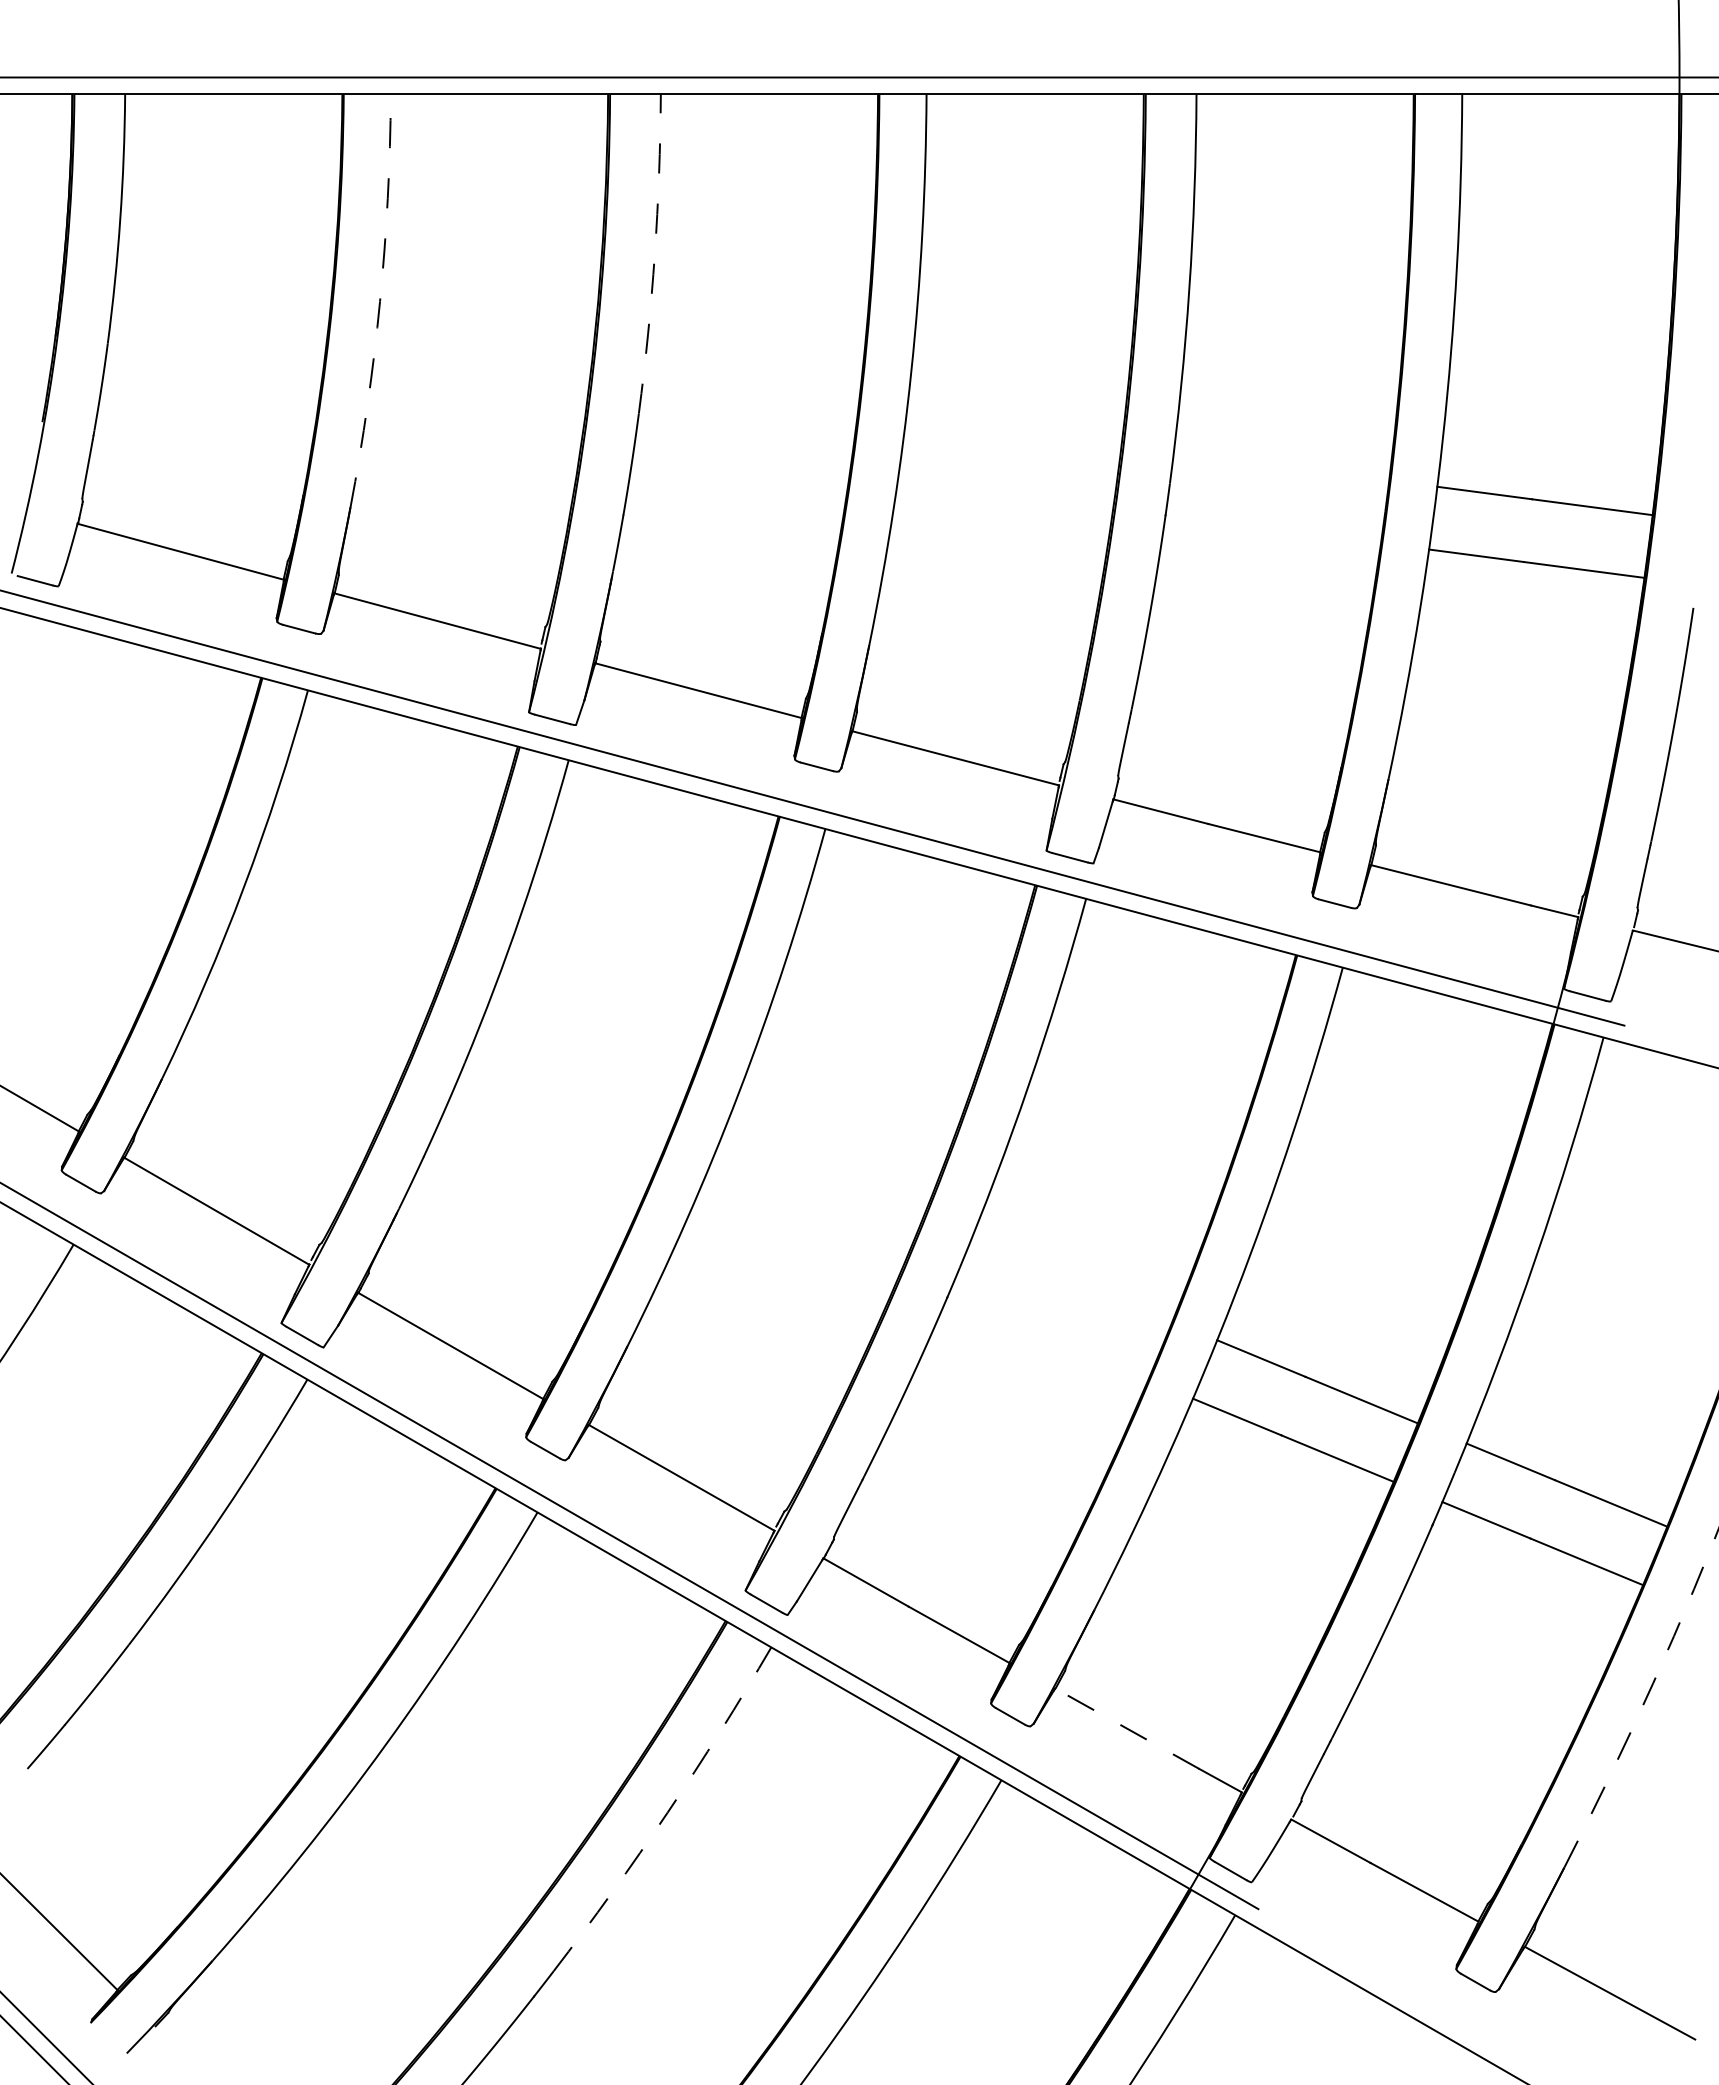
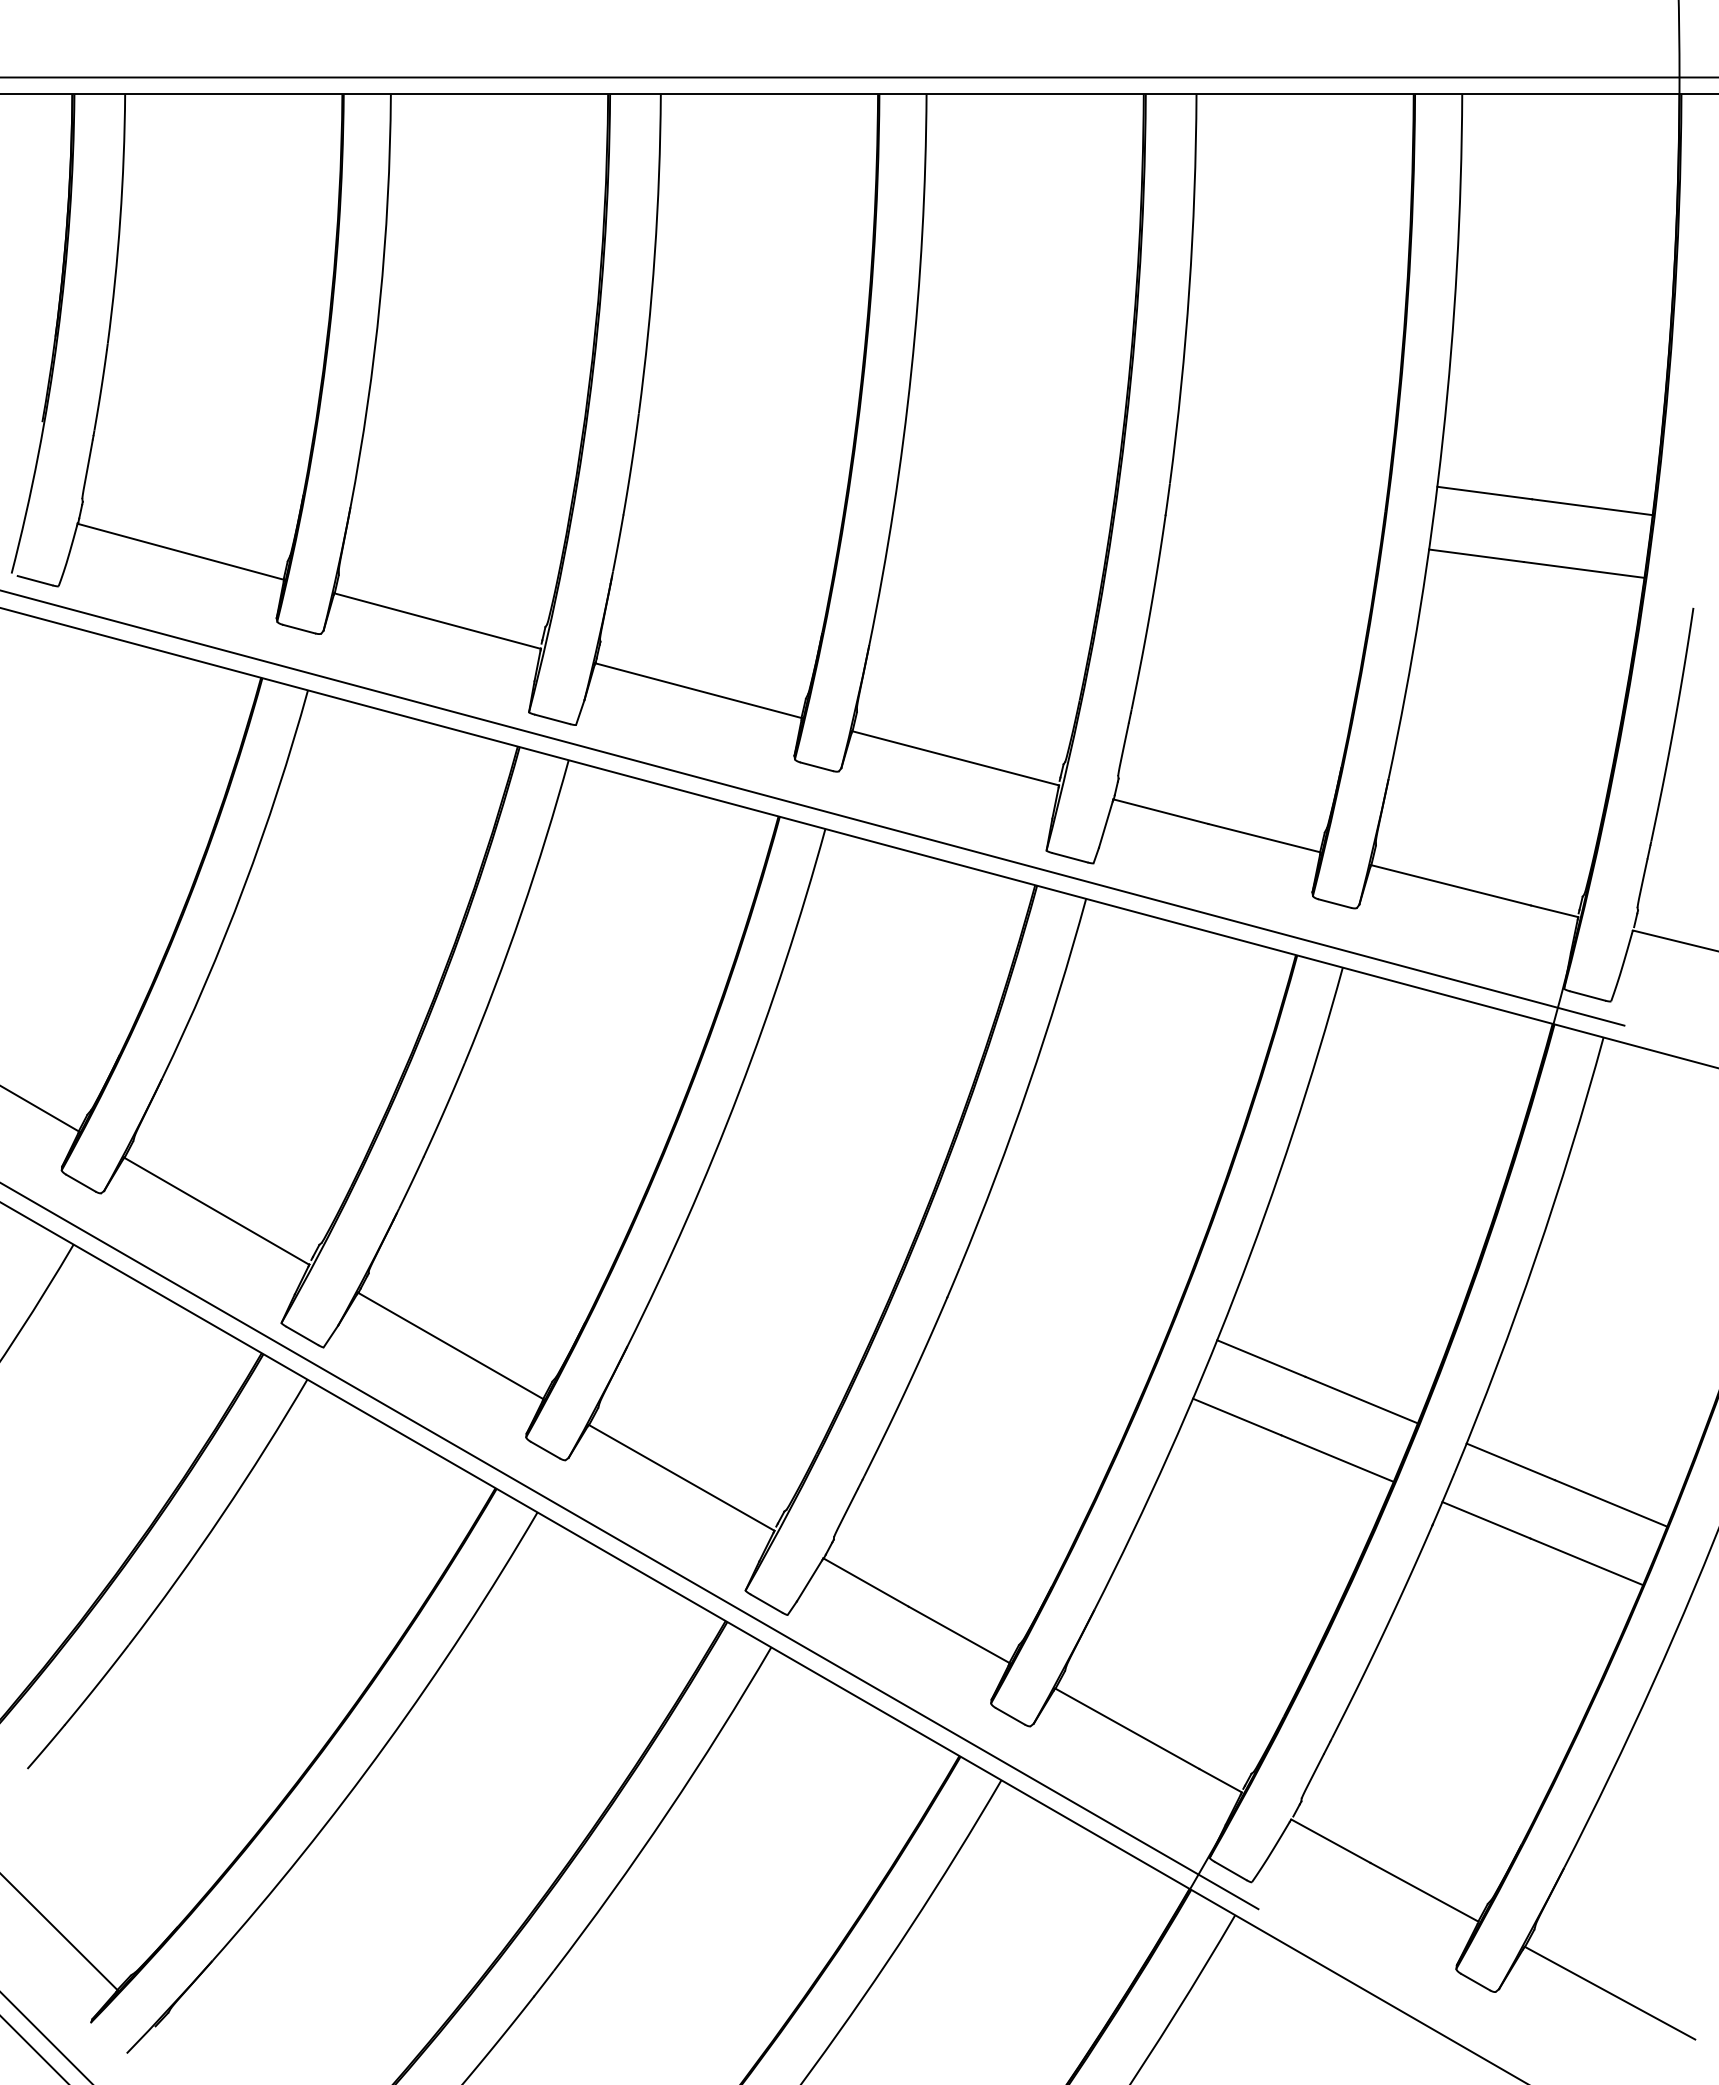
arc at (654, 254): dashed -> solid
arc at (380, 301): dashed -> solid
arc at (1645, 1699): dashed -> solid
line at (1127, 1728): dashed -> solid
arc at (667, 1812): dashed -> solid
